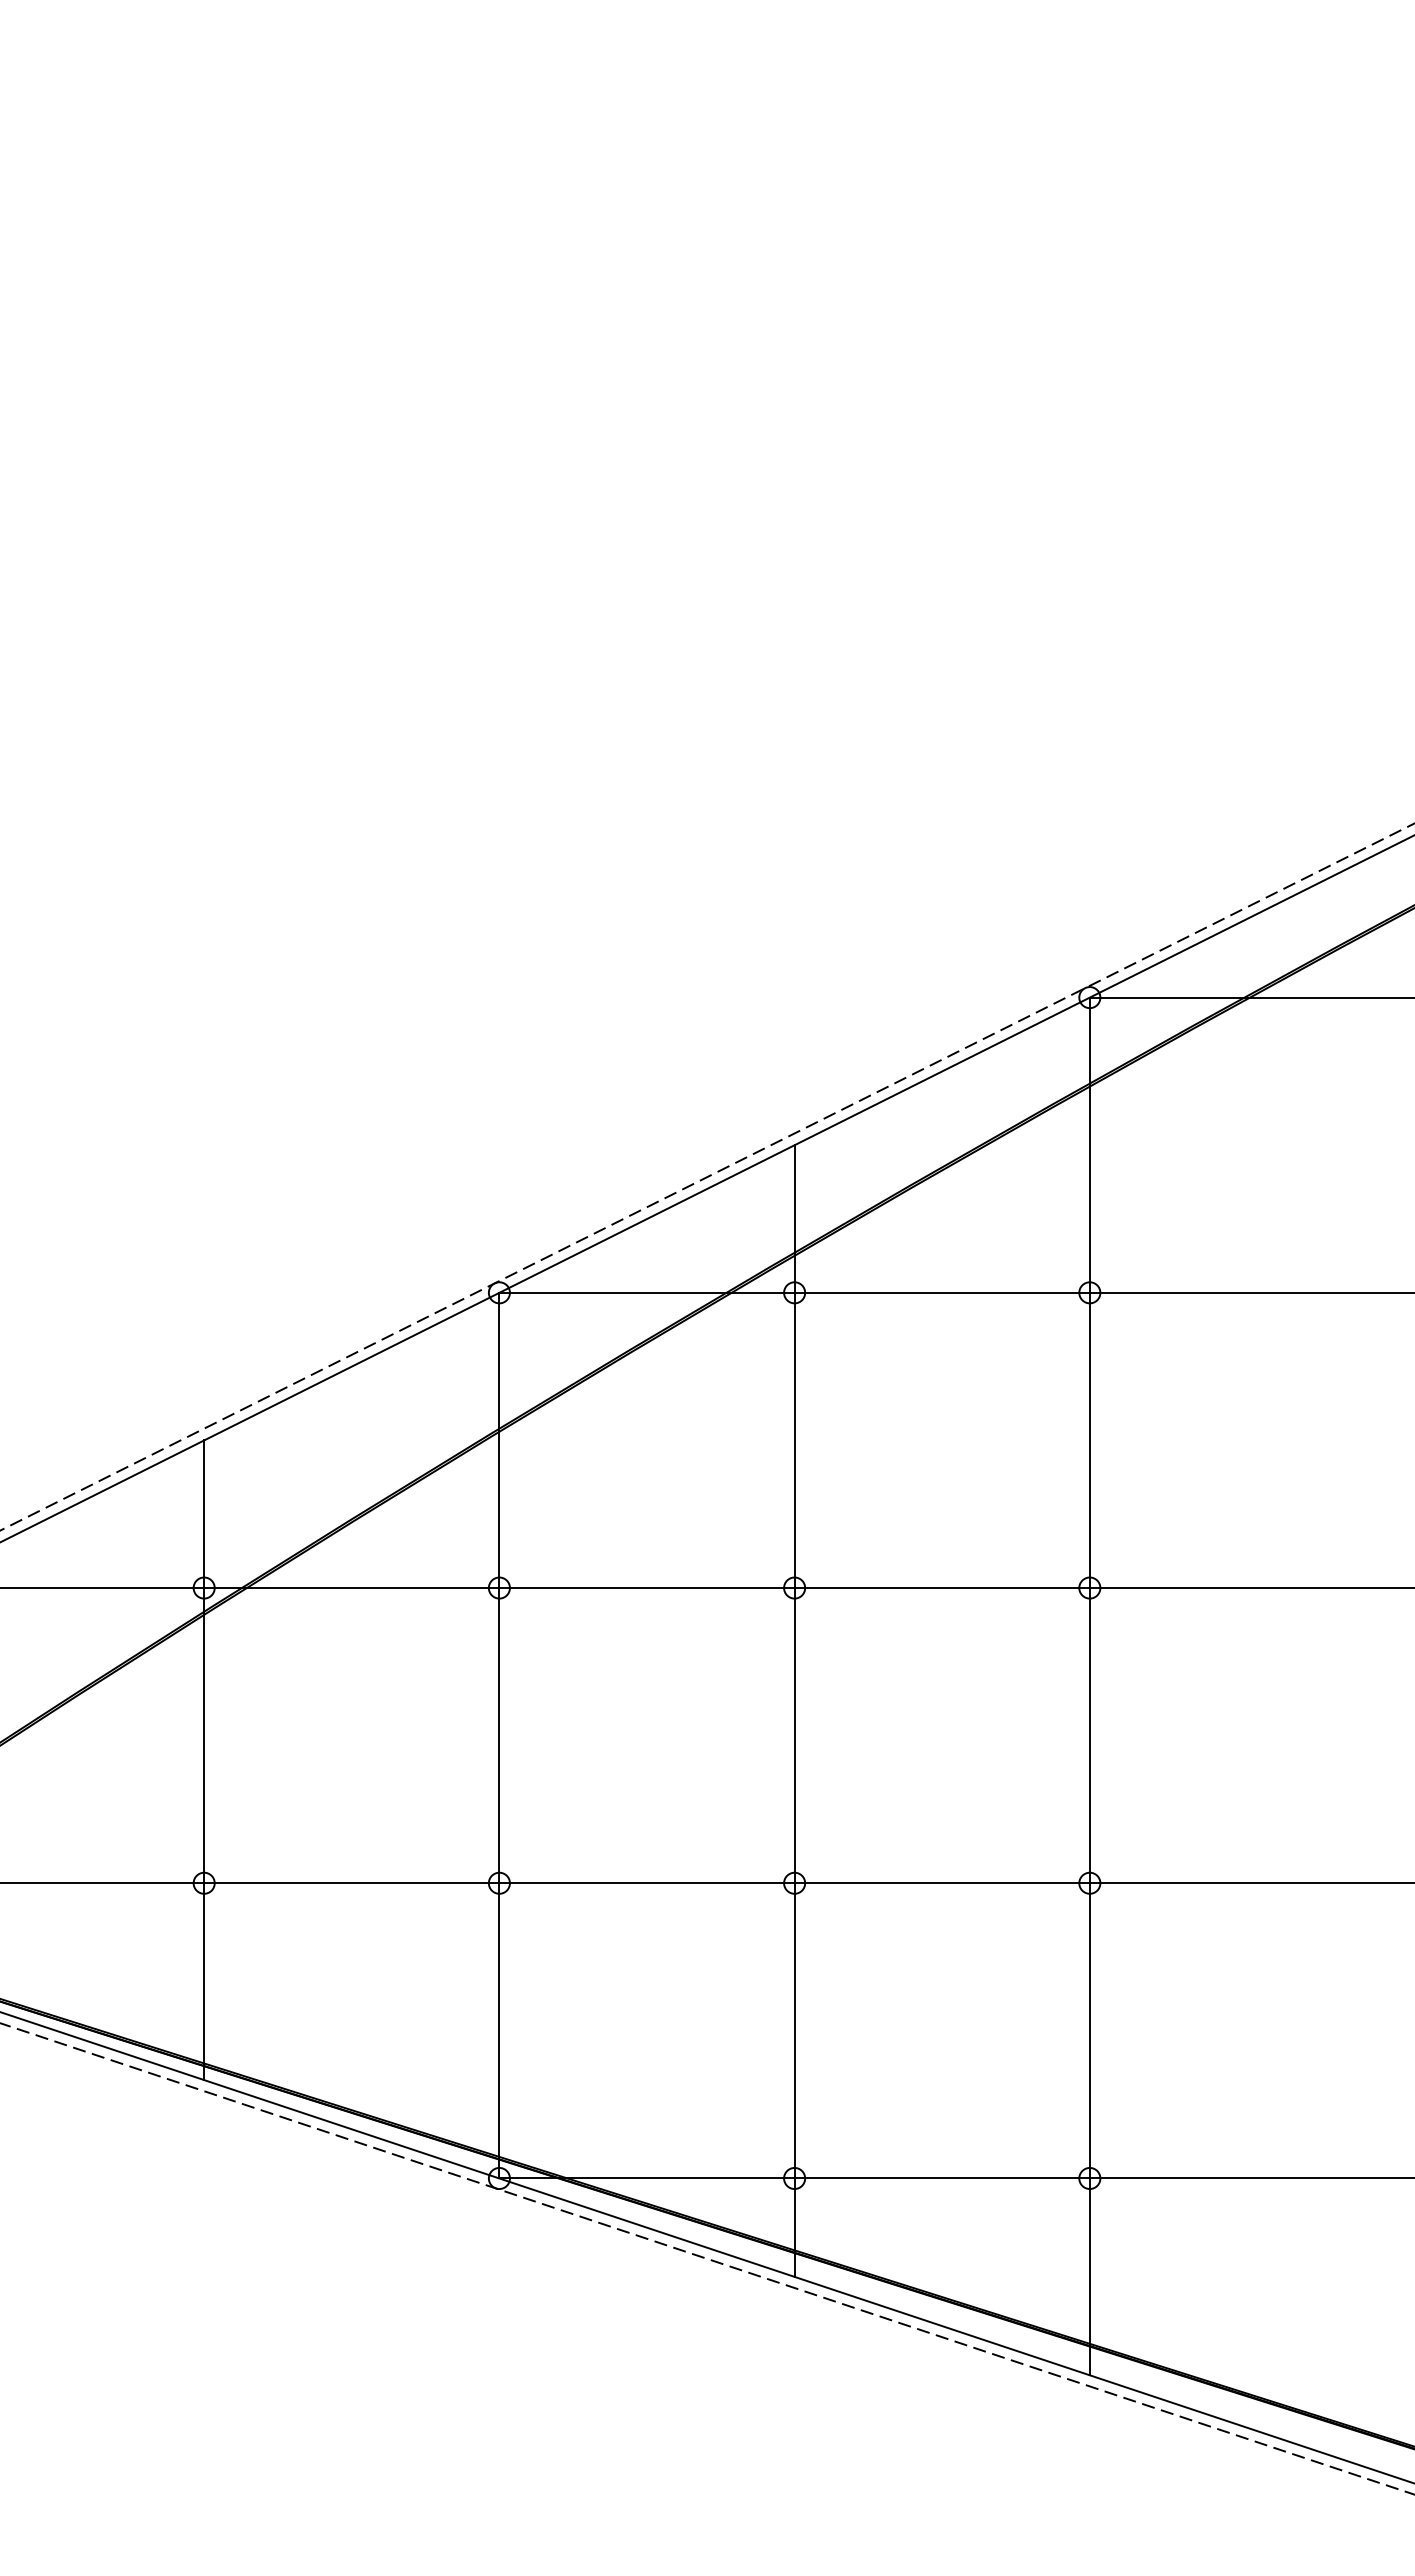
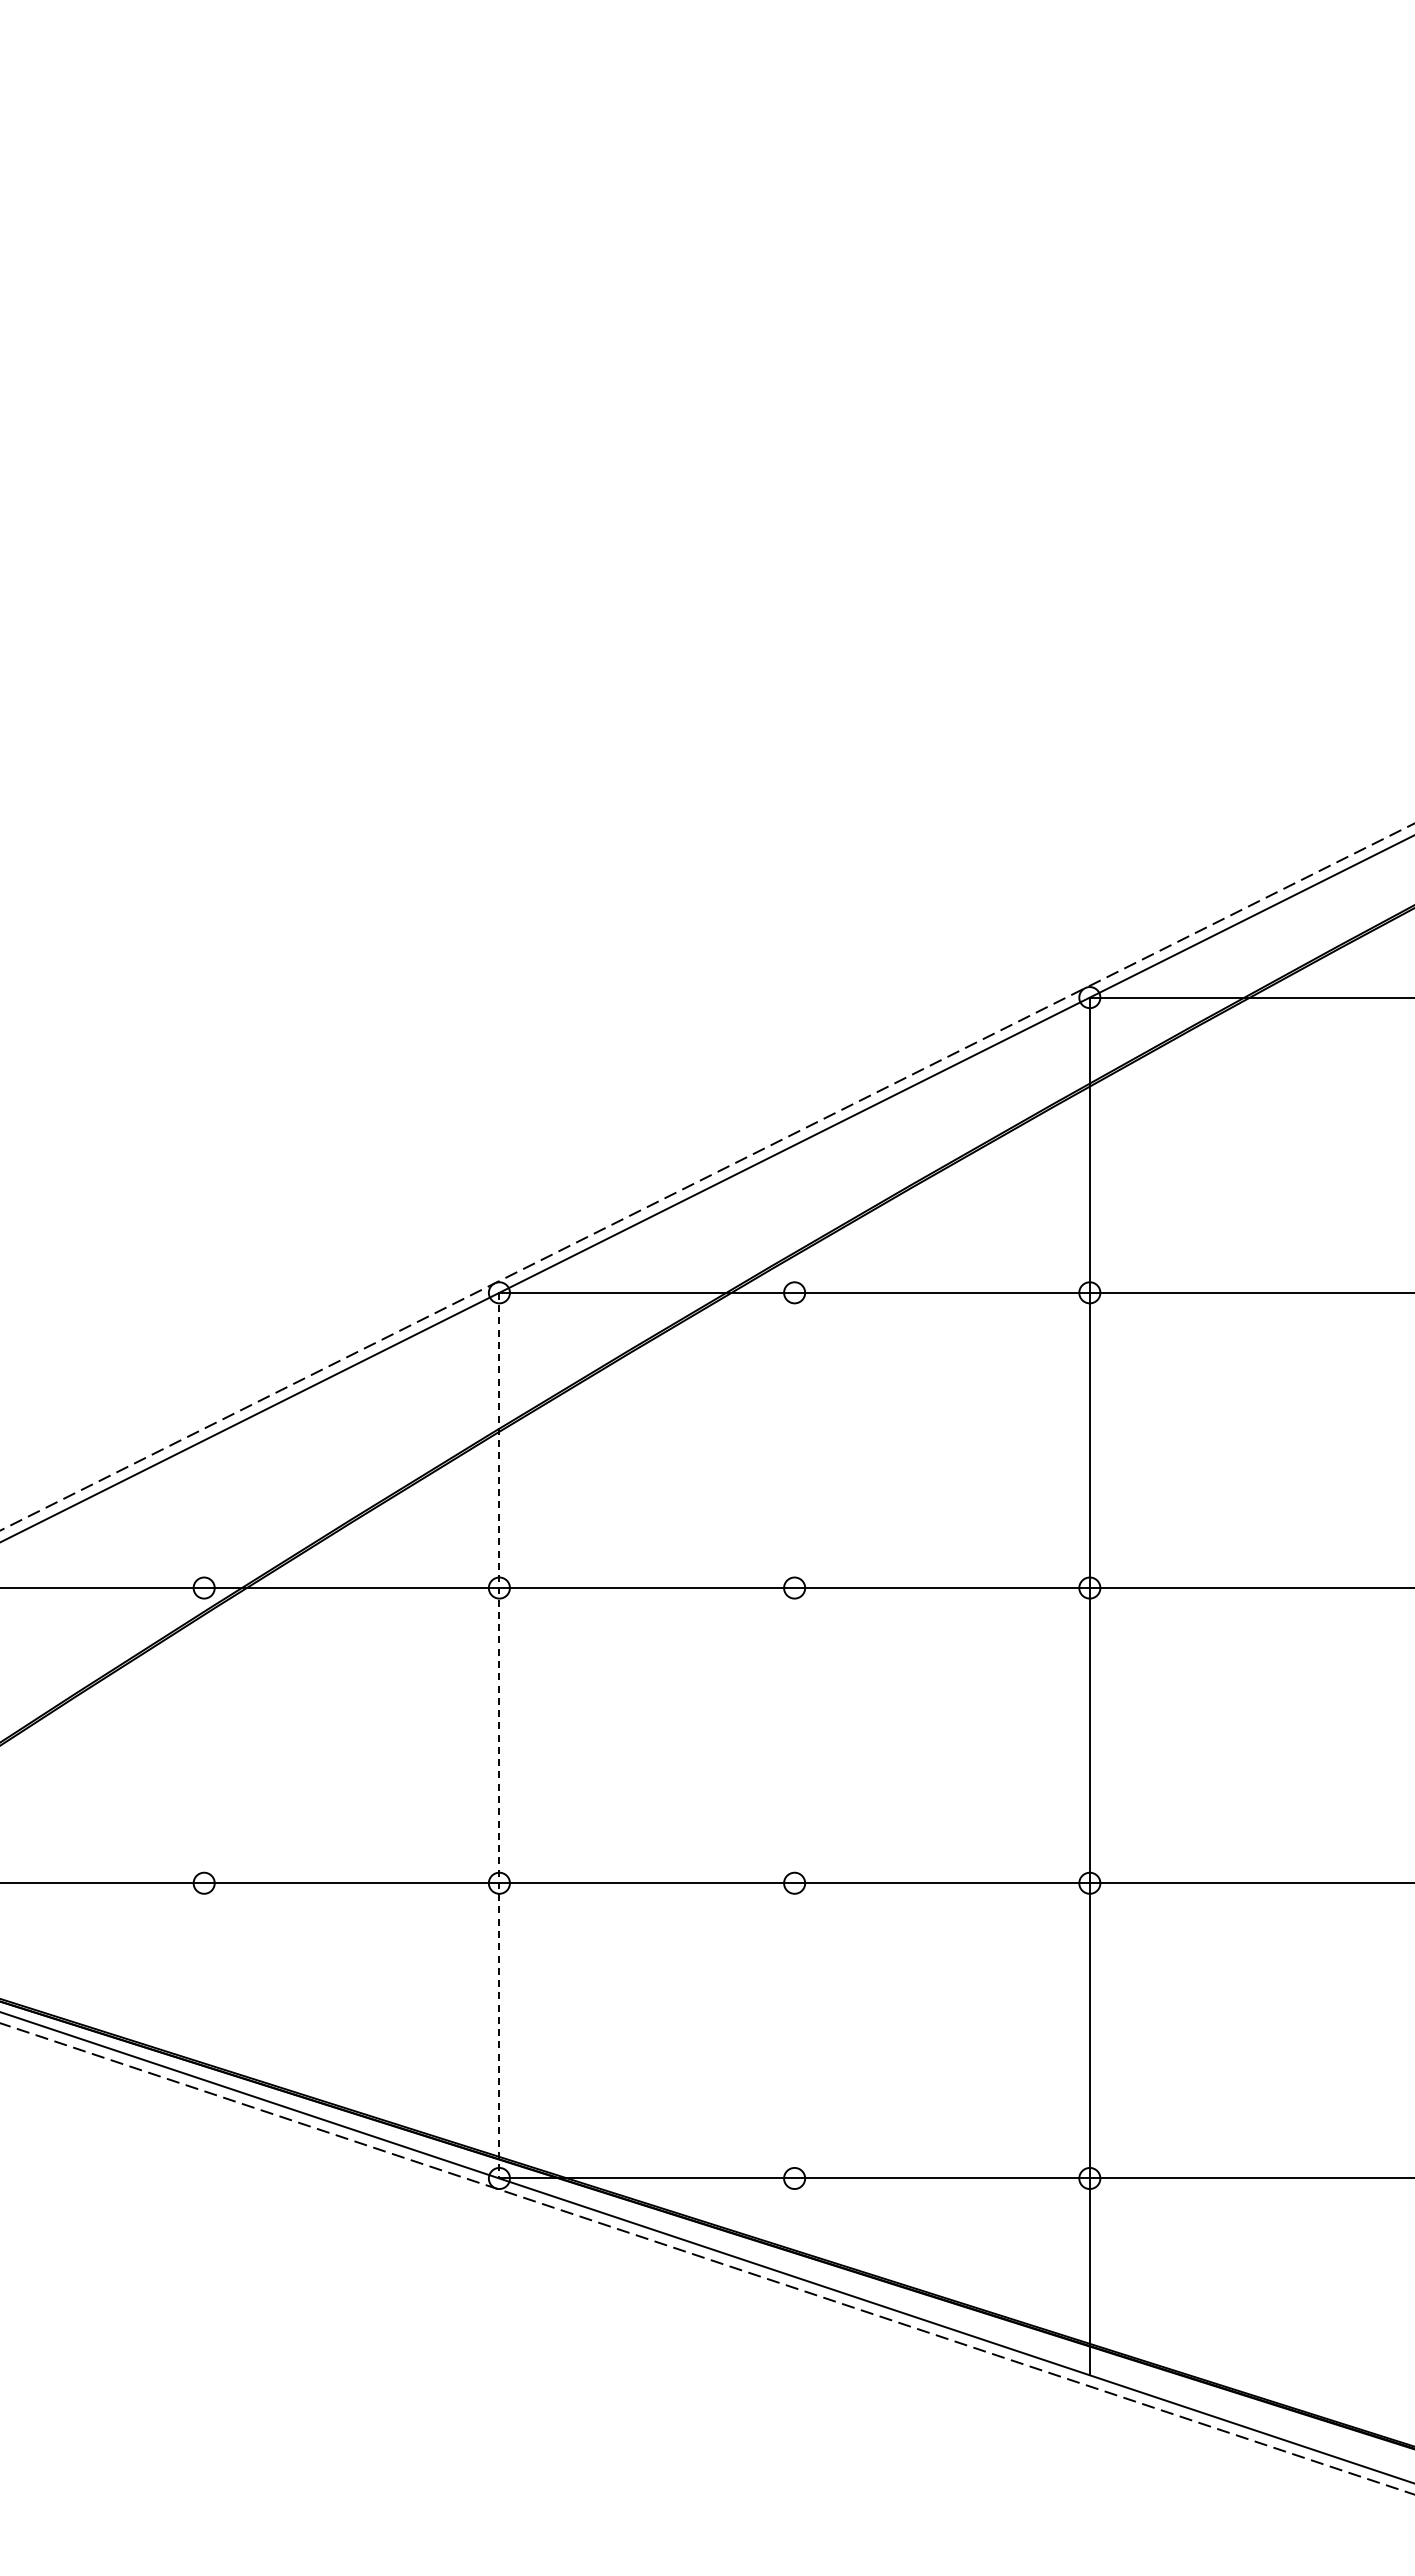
line at (794, 1710): present -> none
line at (499, 1735): solid -> dashed
line at (204, 1760): present -> none
